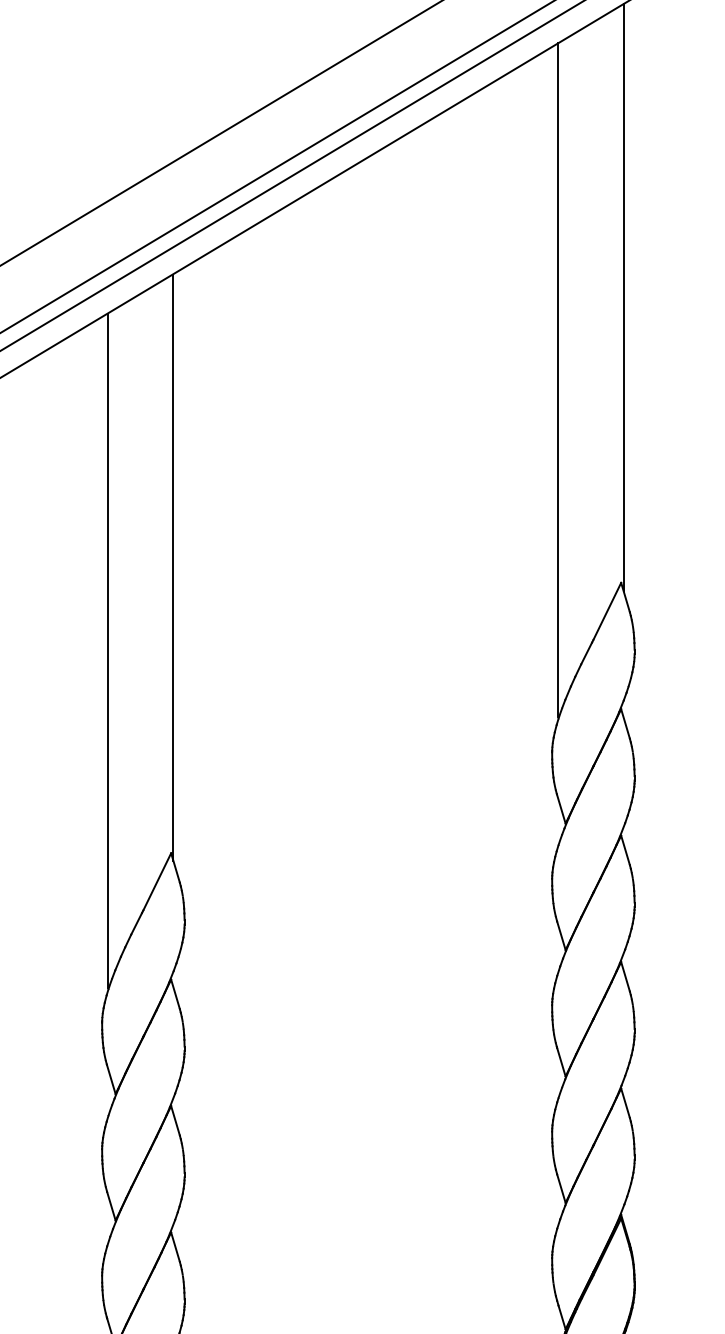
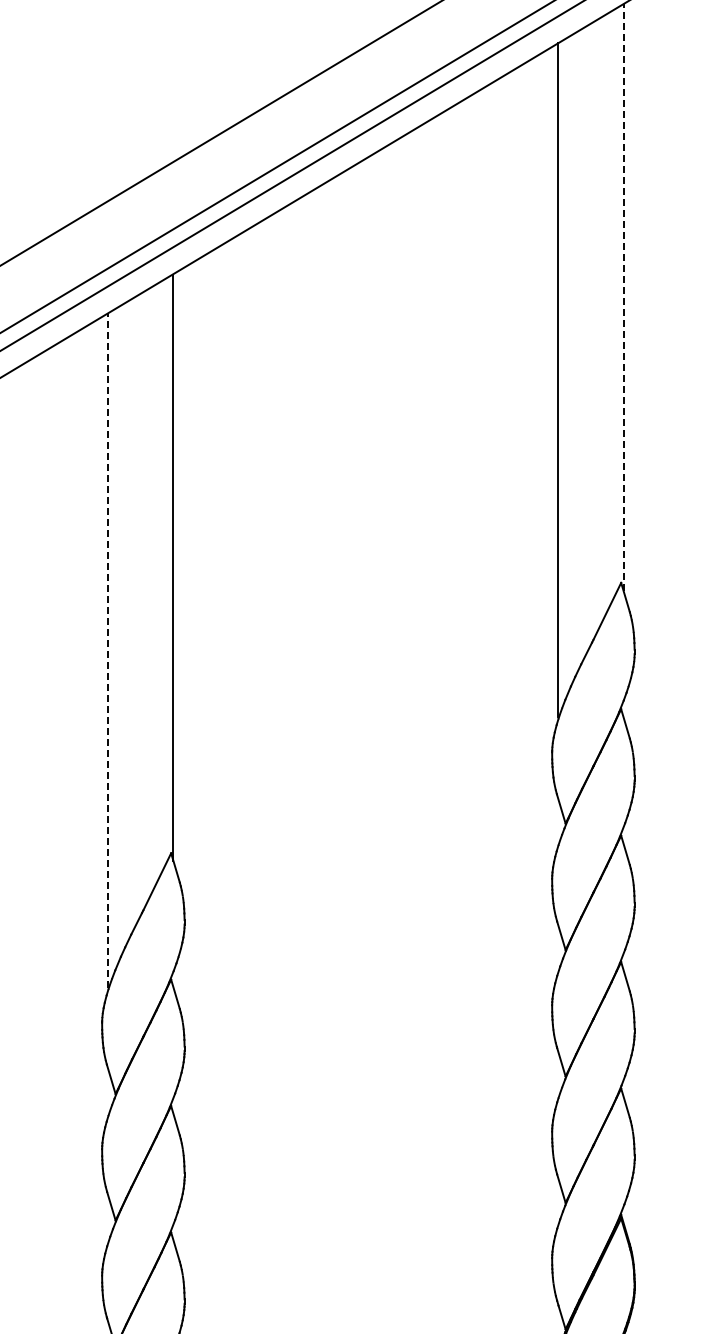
line at (623, 296): solid -> dashed
line at (108, 650): solid -> dashed
